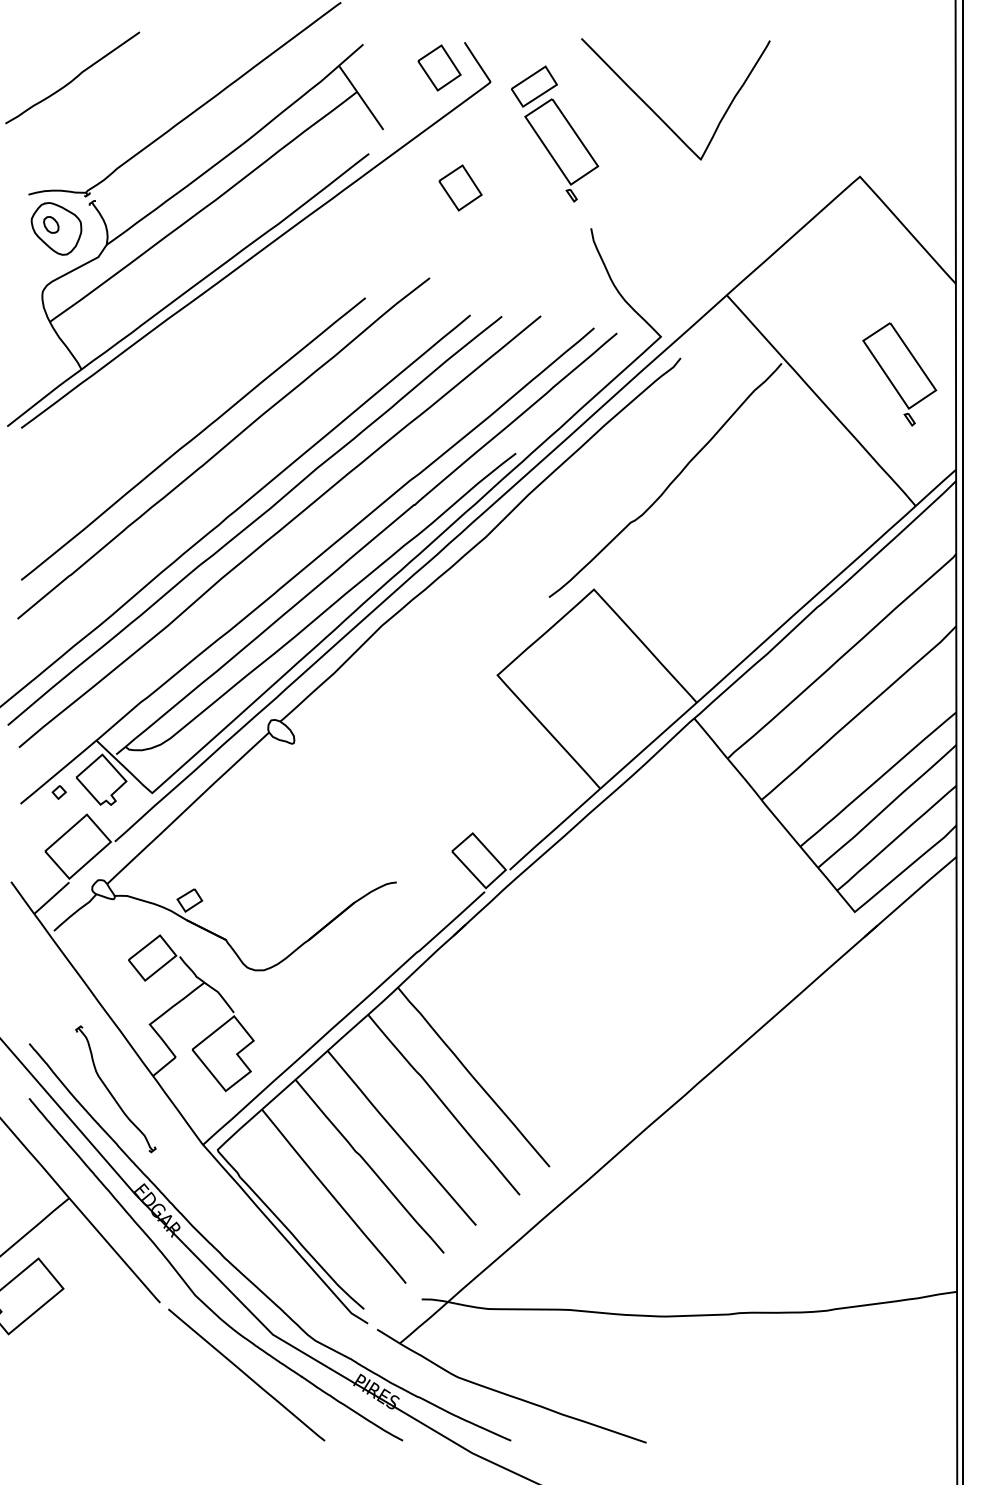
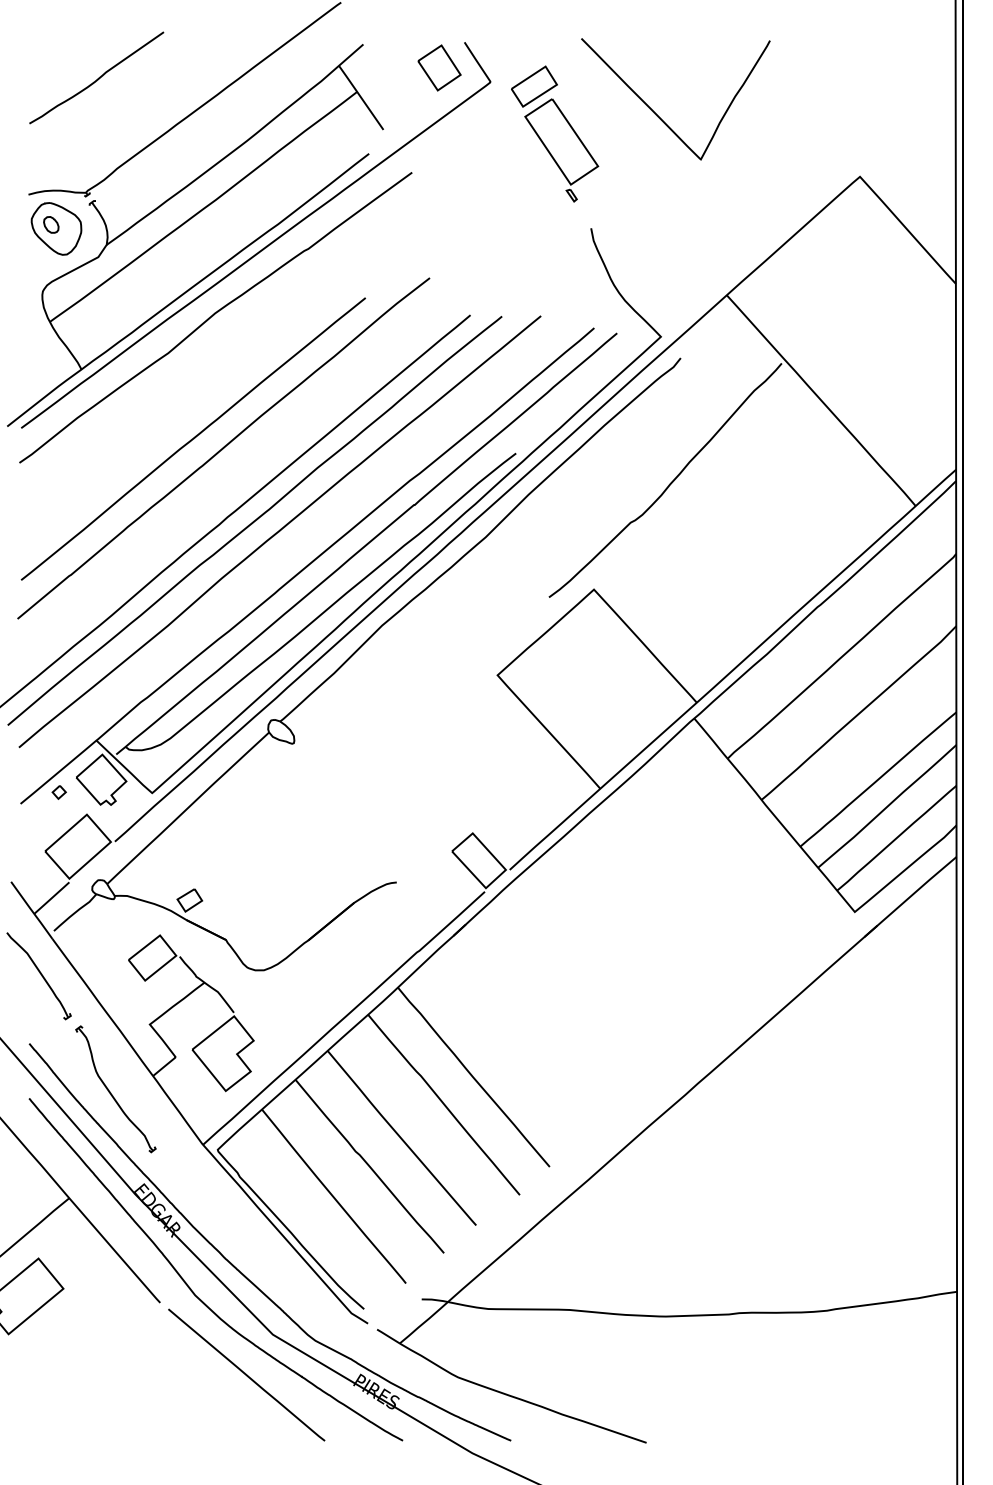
curve at (73, 78) position: (73, 78) -> (97, 78)
part at (460, 187): present -> none
curve at (214, 315): none -> present
part at (899, 374): present -> none
part at (38, 976): none -> present
